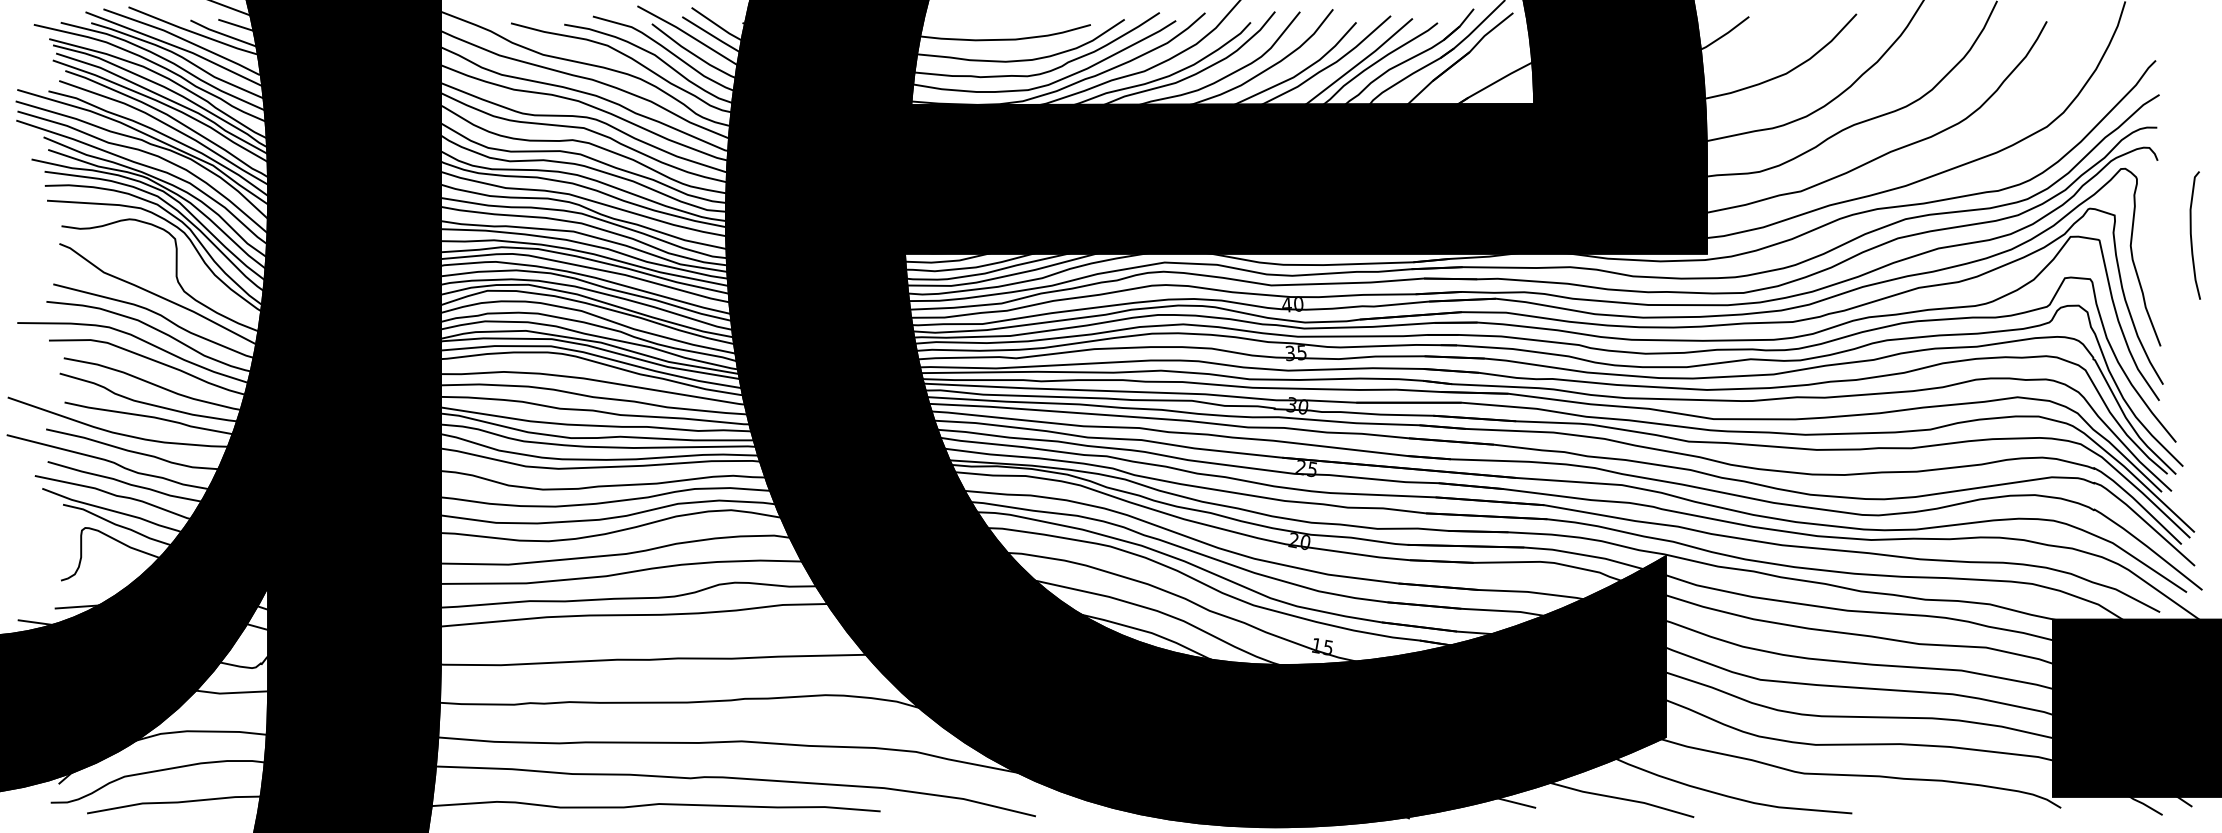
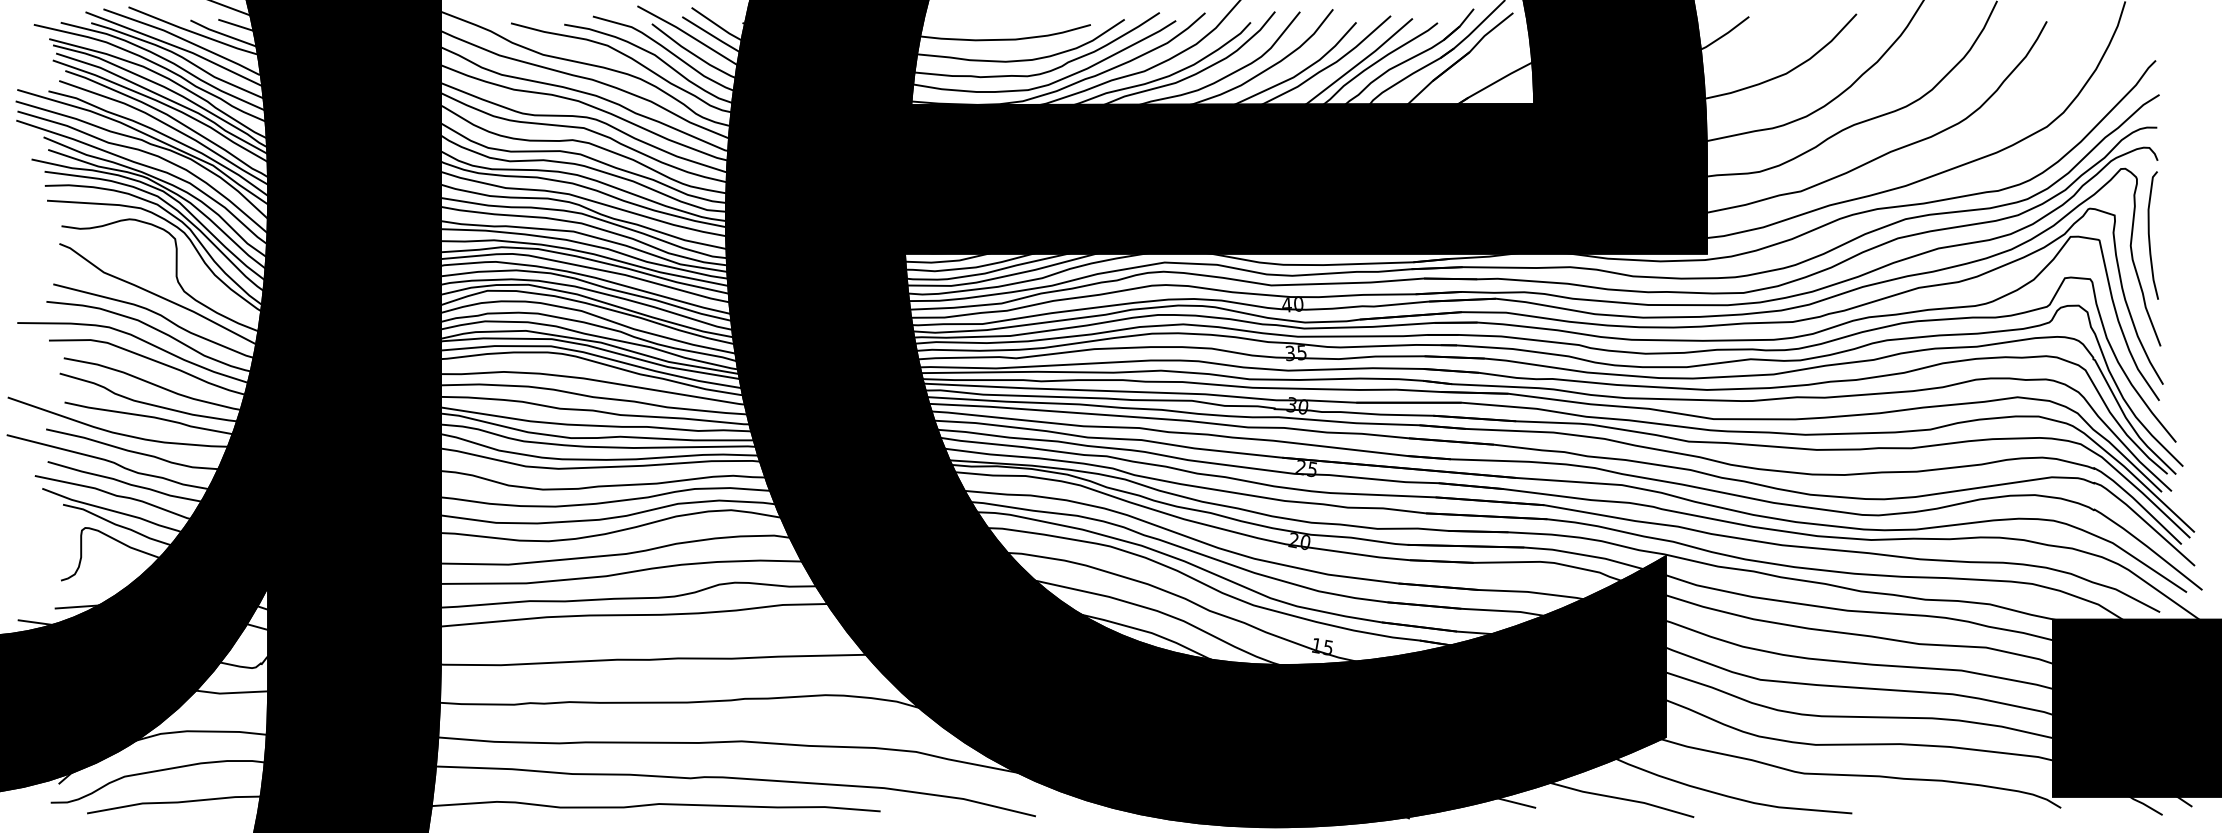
curve at (2191, 235) position: (2191, 235) -> (2149, 235)
